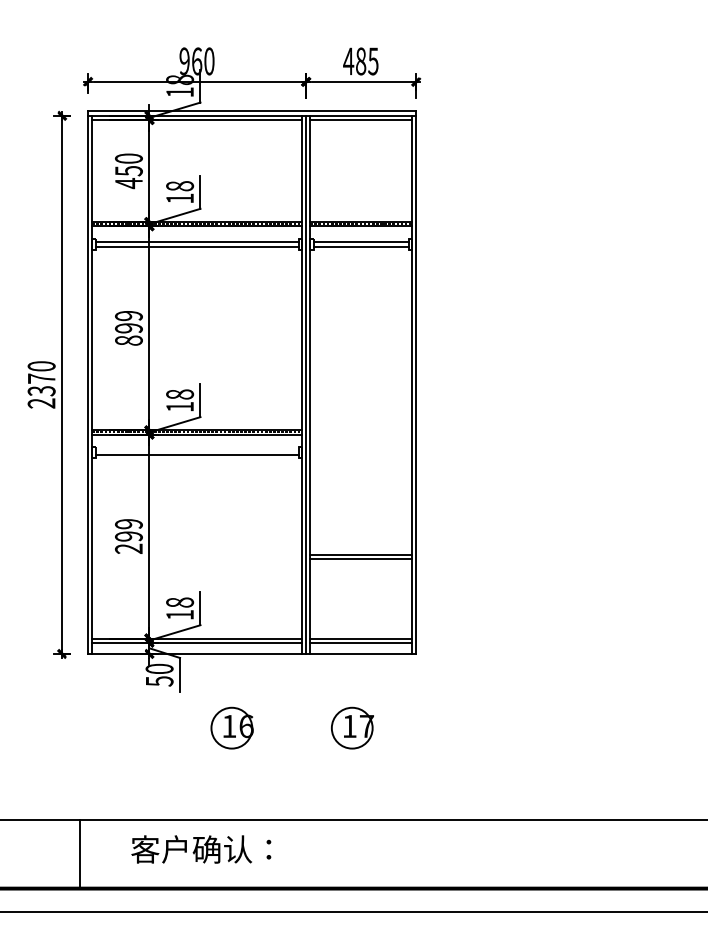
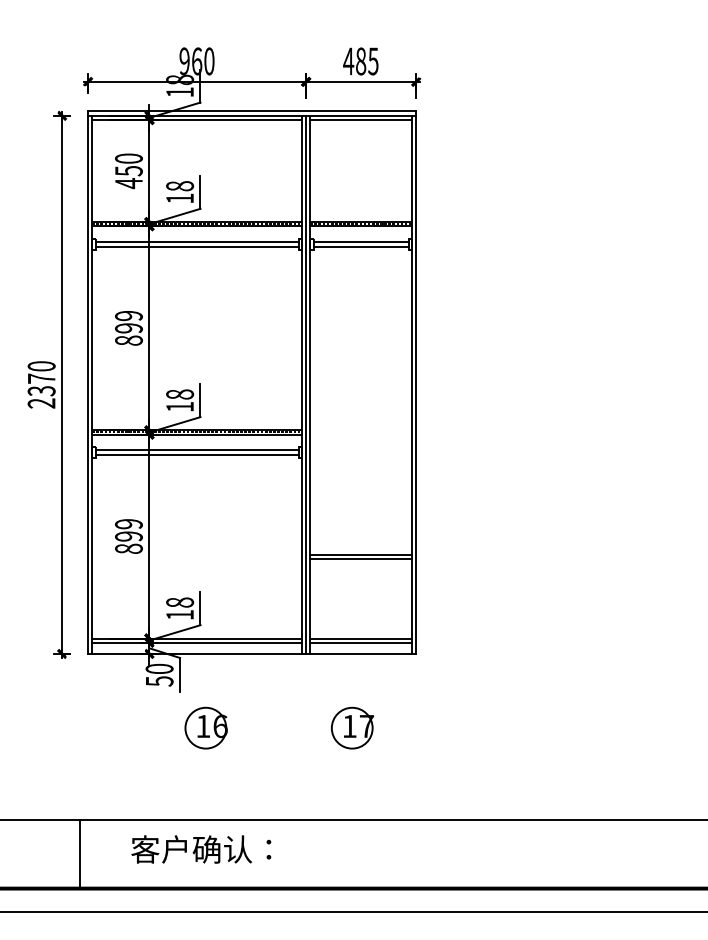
line at (196, 450): none -> present
text at (128, 548): 299 -> 899
part at (231, 727) position: (231, 727) -> (205, 727)
